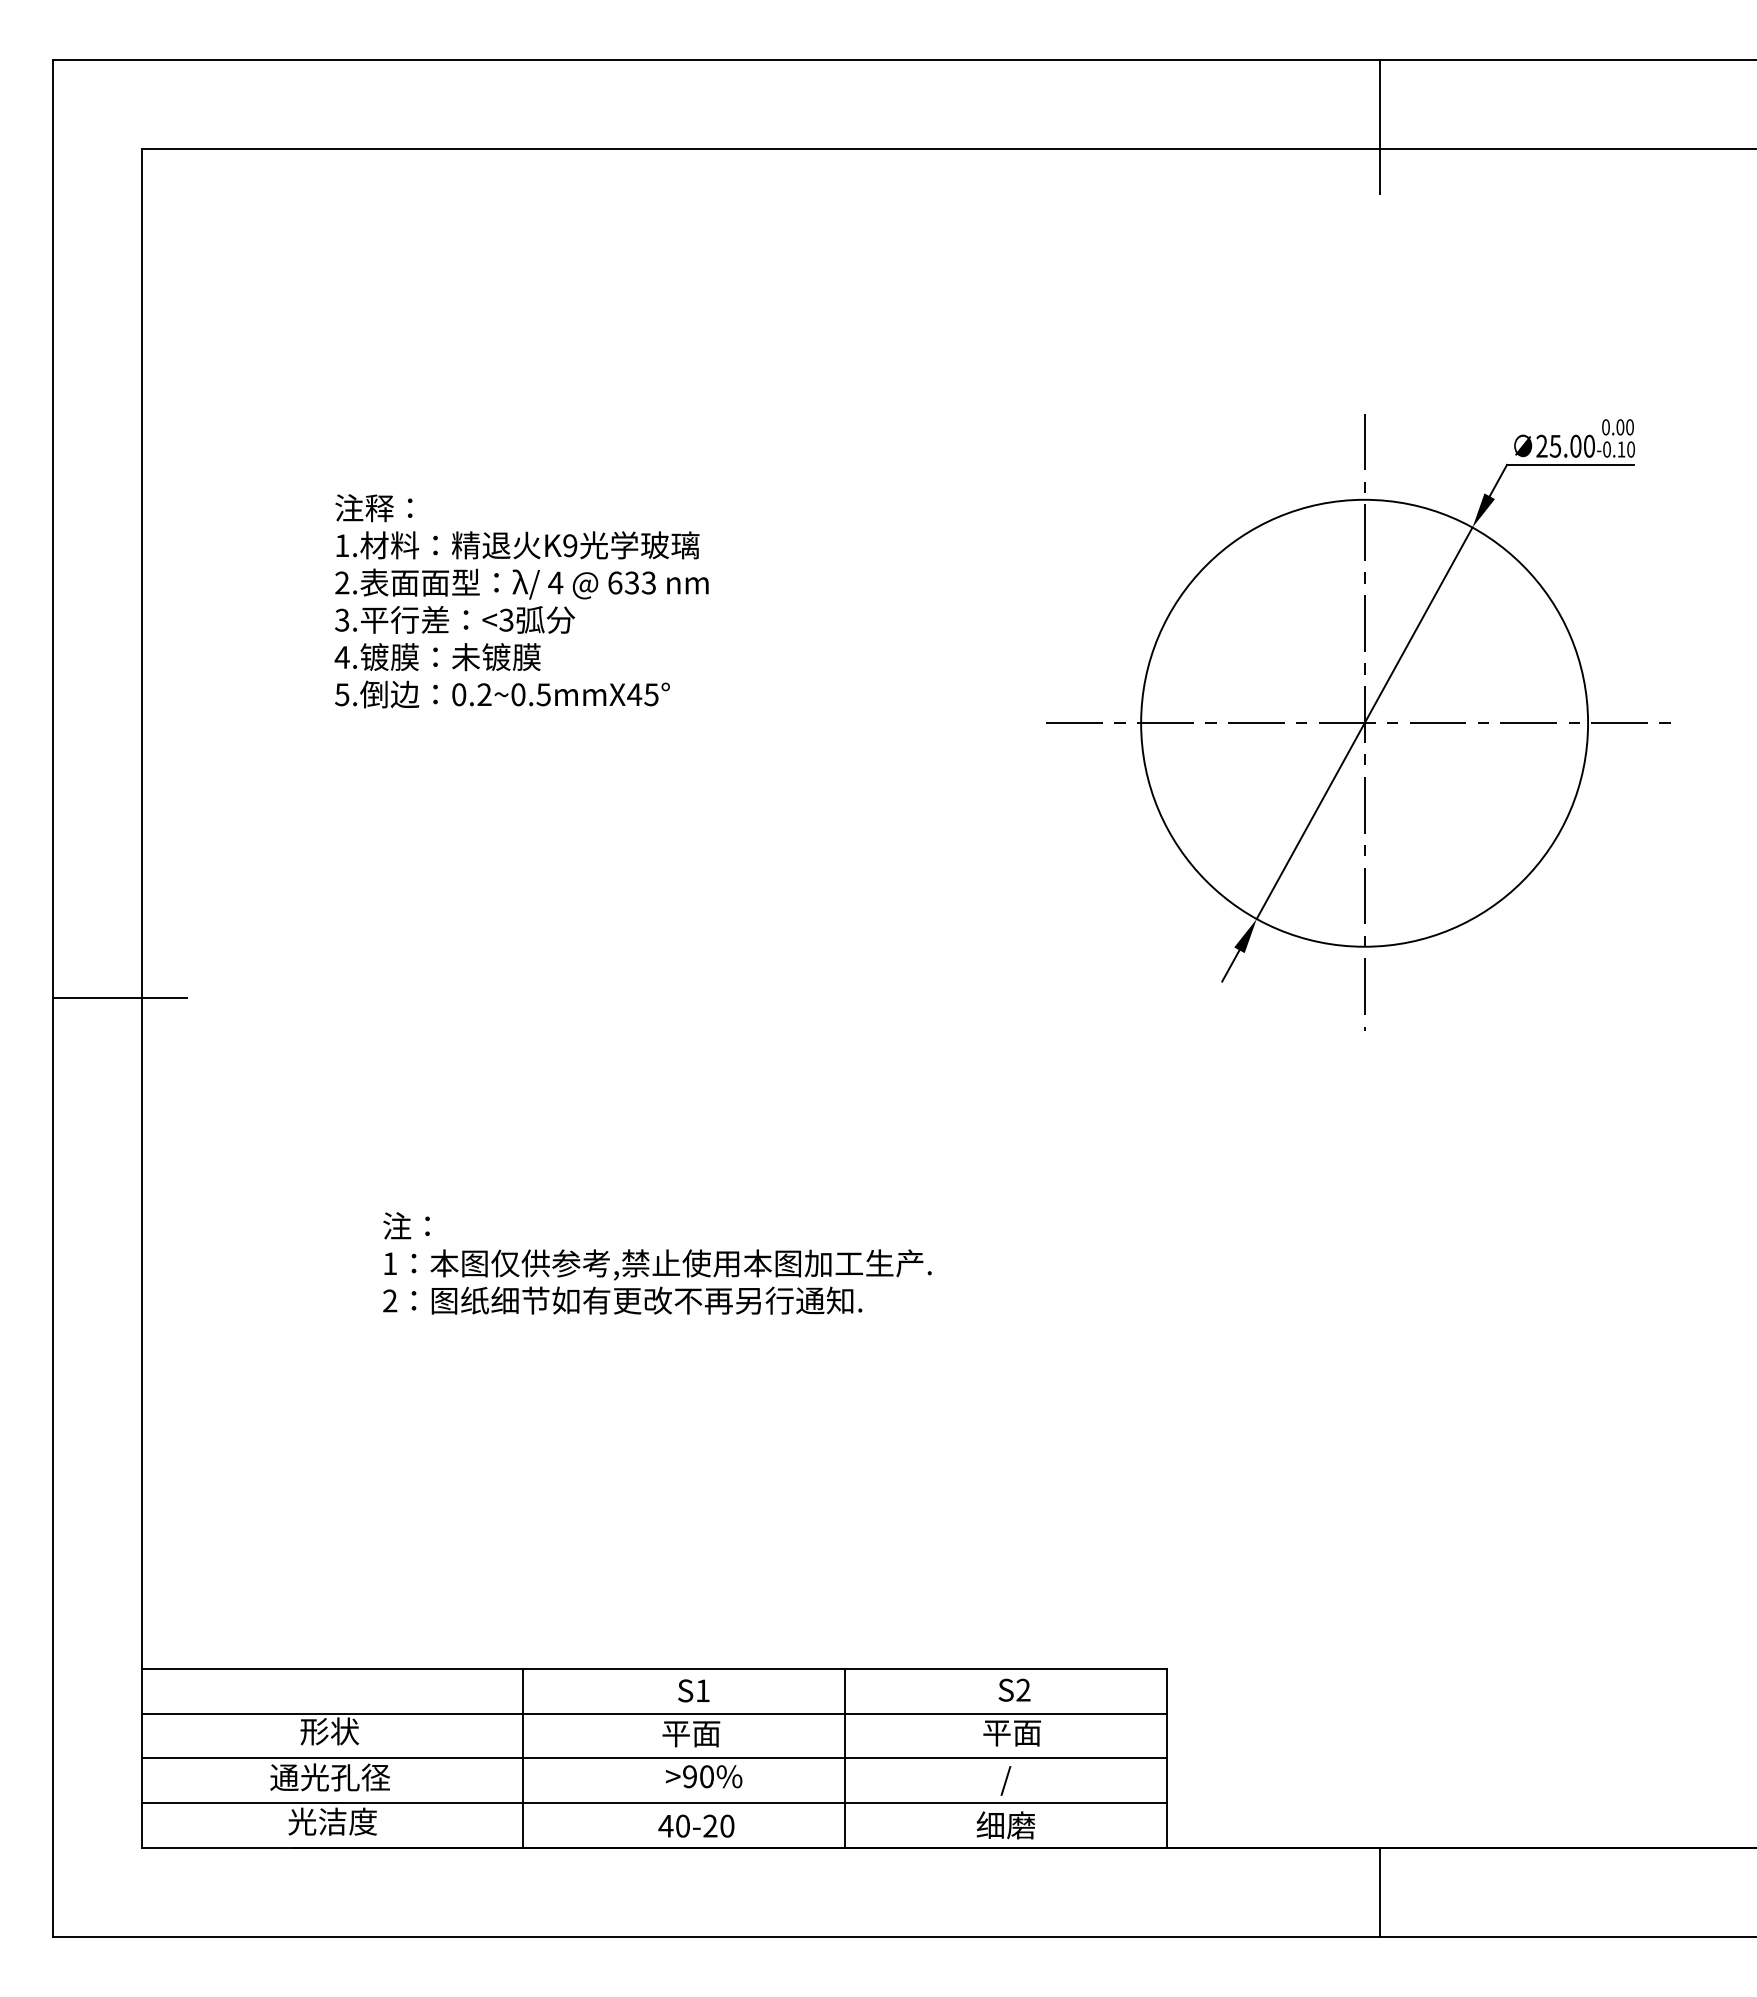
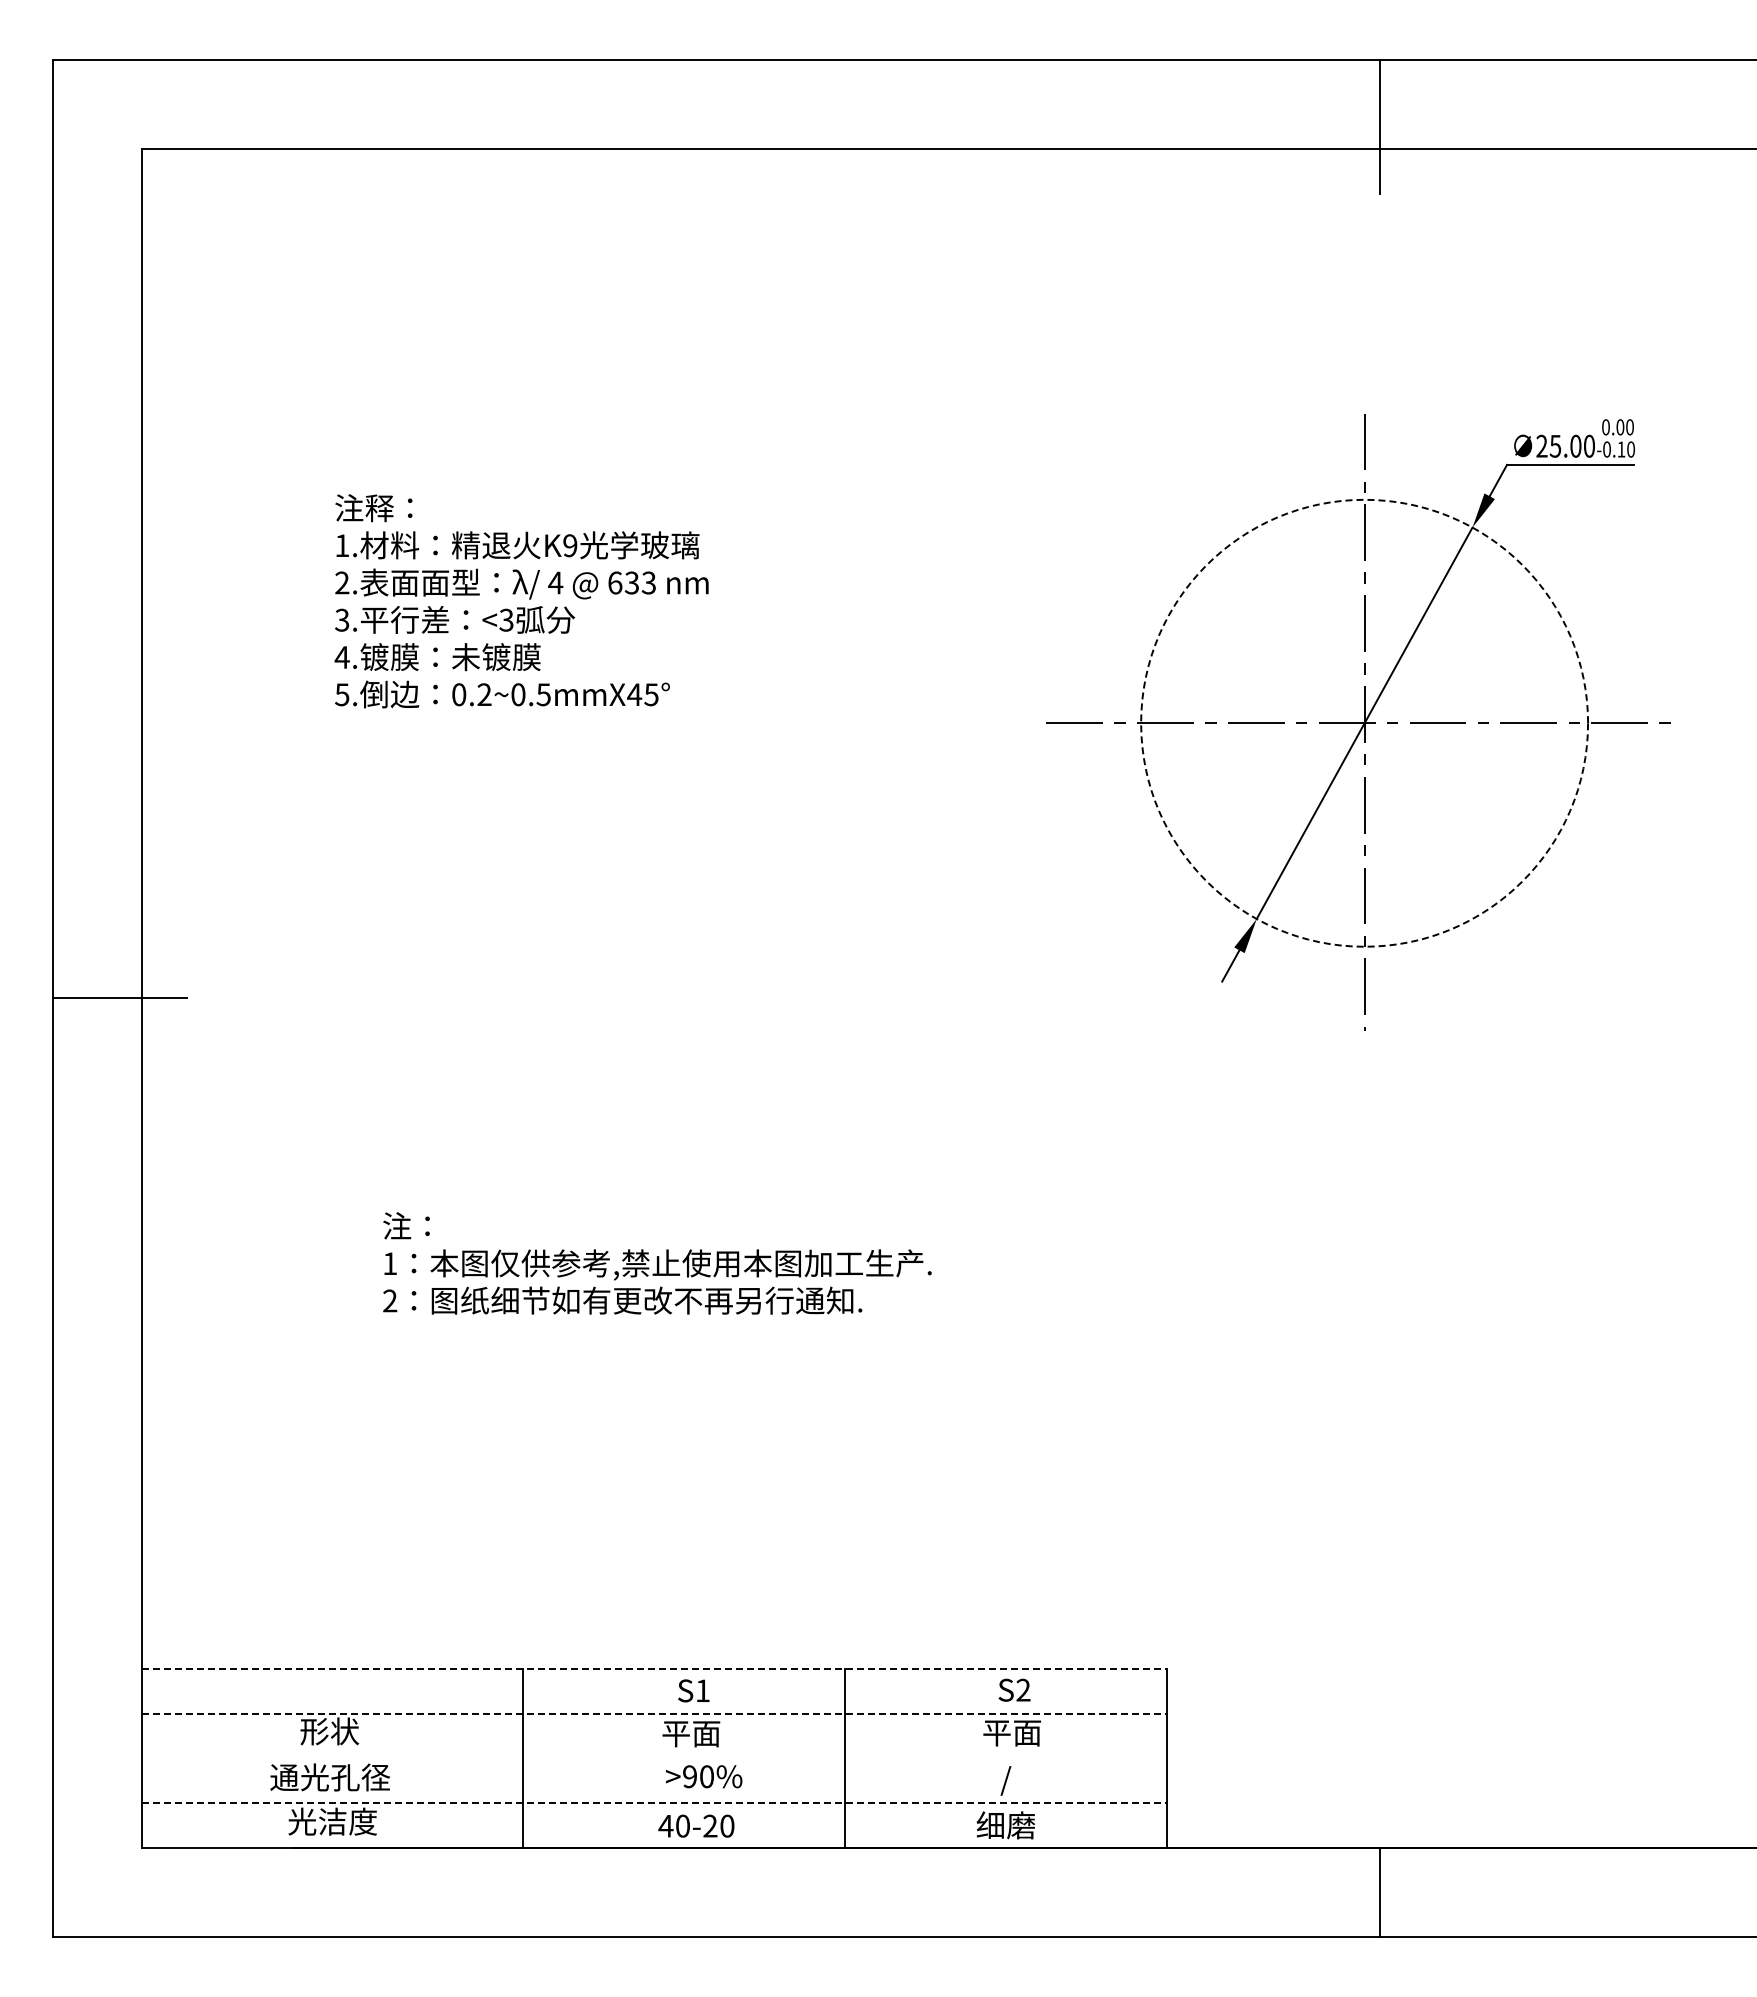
circle at (1364, 722): solid -> dashed
line at (655, 1668): solid -> dashed
line at (655, 1713): solid -> dashed
line at (654, 1758): present -> none
line at (655, 1803): solid -> dashed
